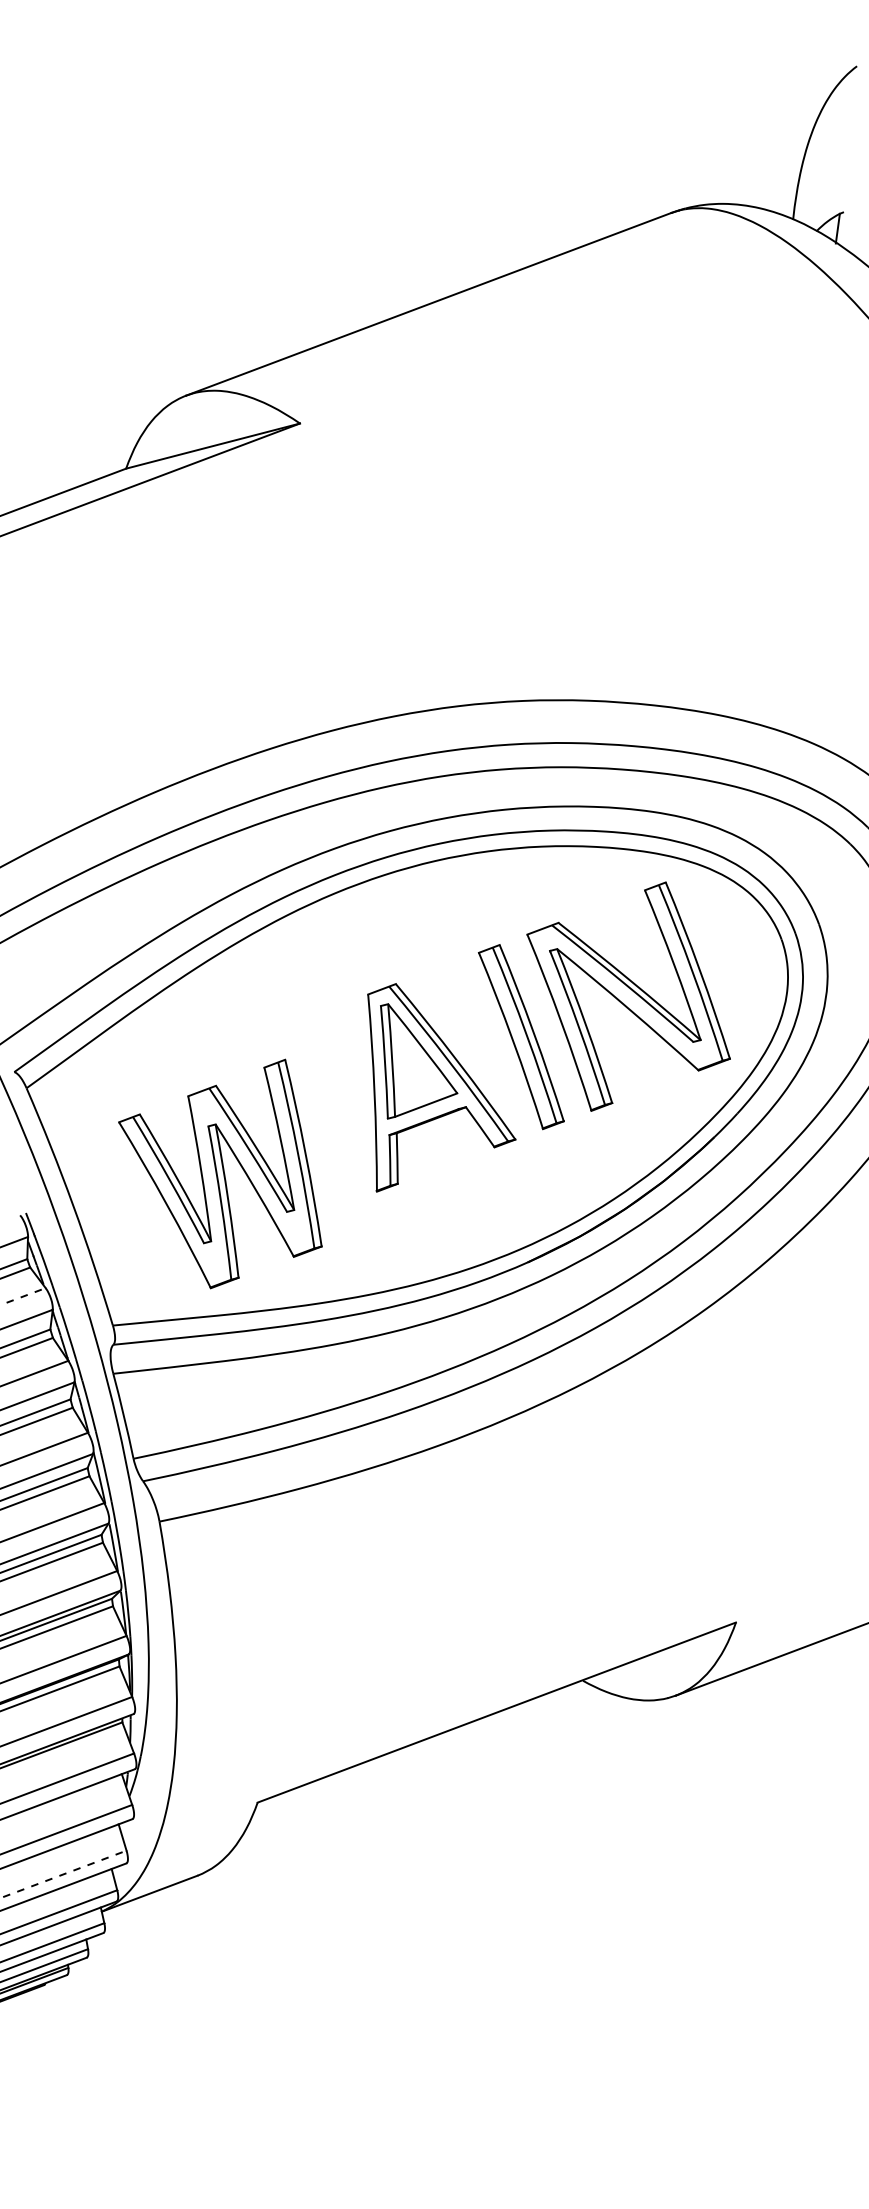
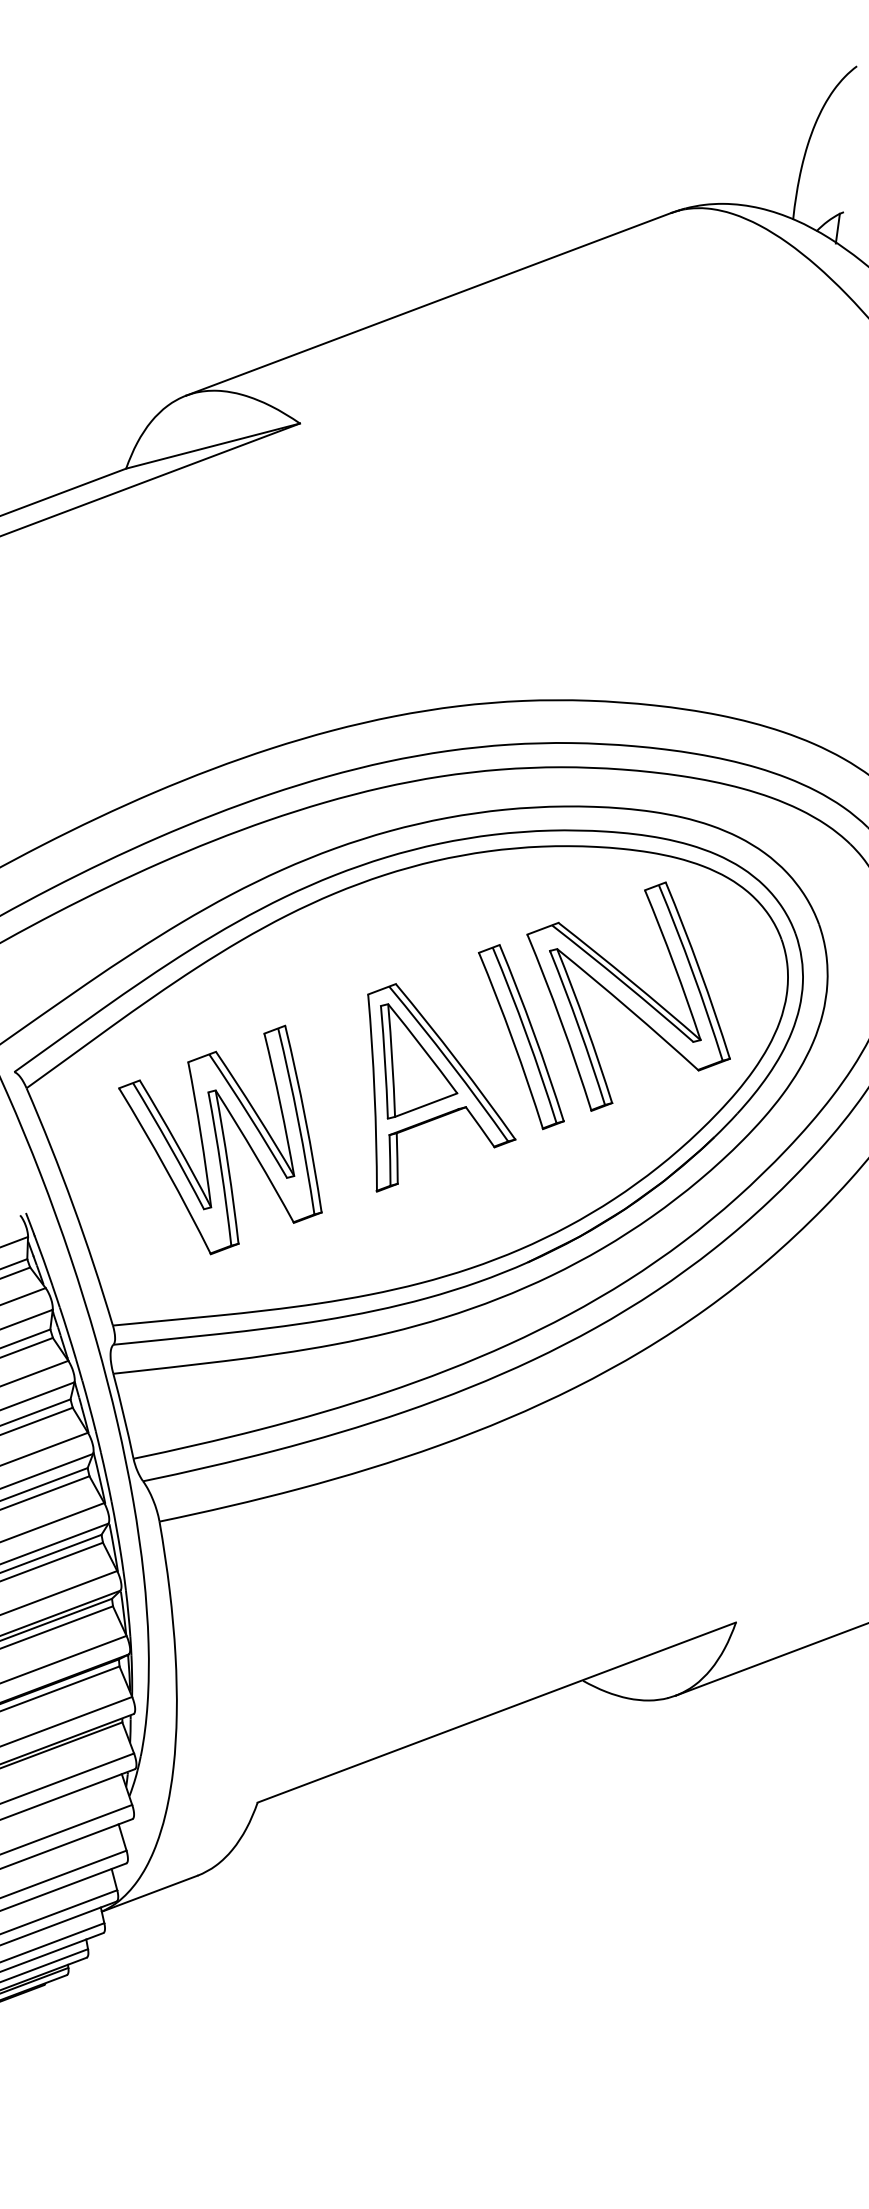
part at (220, 1173) position: (220, 1173) -> (220, 1139)
line at (23, 1296): dashed -> solid
line at (63, 1874): dashed -> solid
